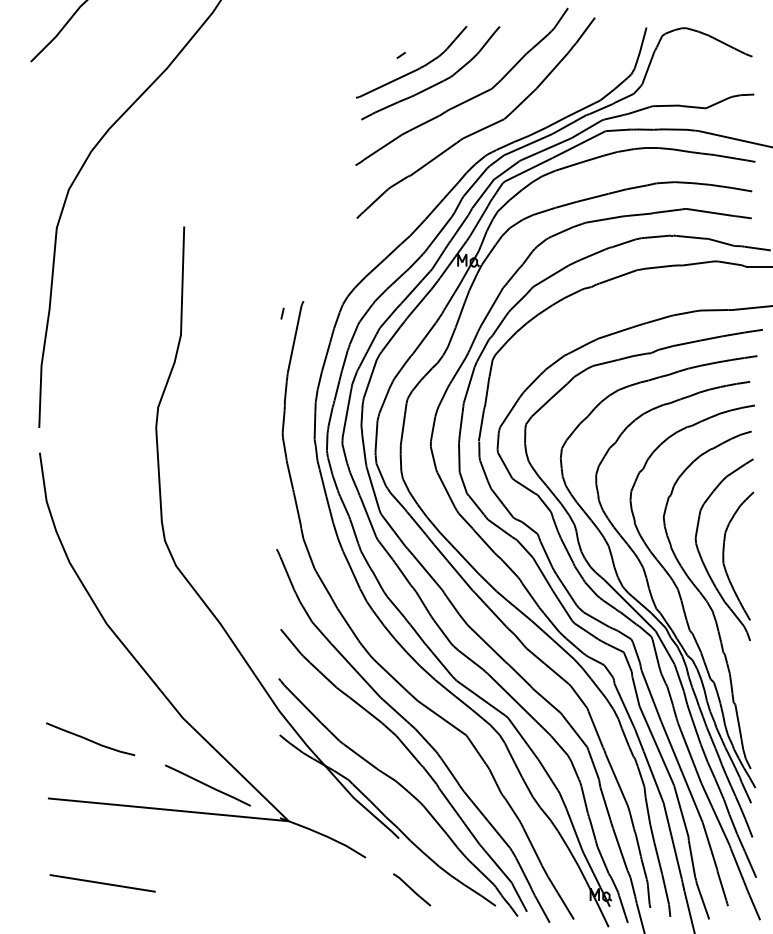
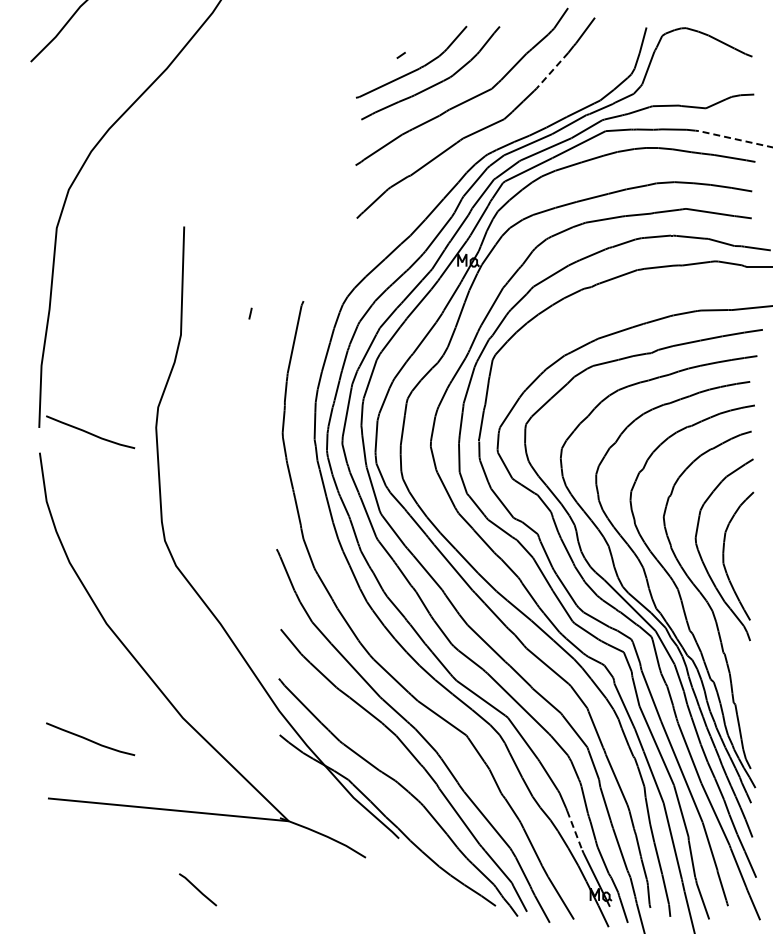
line at (552, 70): solid -> dashed
line at (735, 139): solid -> dashed
part at (282, 313) position: (282, 313) -> (250, 313)
curve at (90, 432): none -> present
line at (207, 785): present -> none
line at (574, 830): solid -> dashed
line at (102, 883): present -> none
line at (412, 889) position: (412, 889) -> (198, 889)
